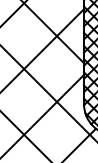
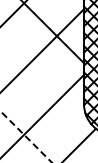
line at (48, 93): present -> none
line at (26, 136): solid -> dashed
